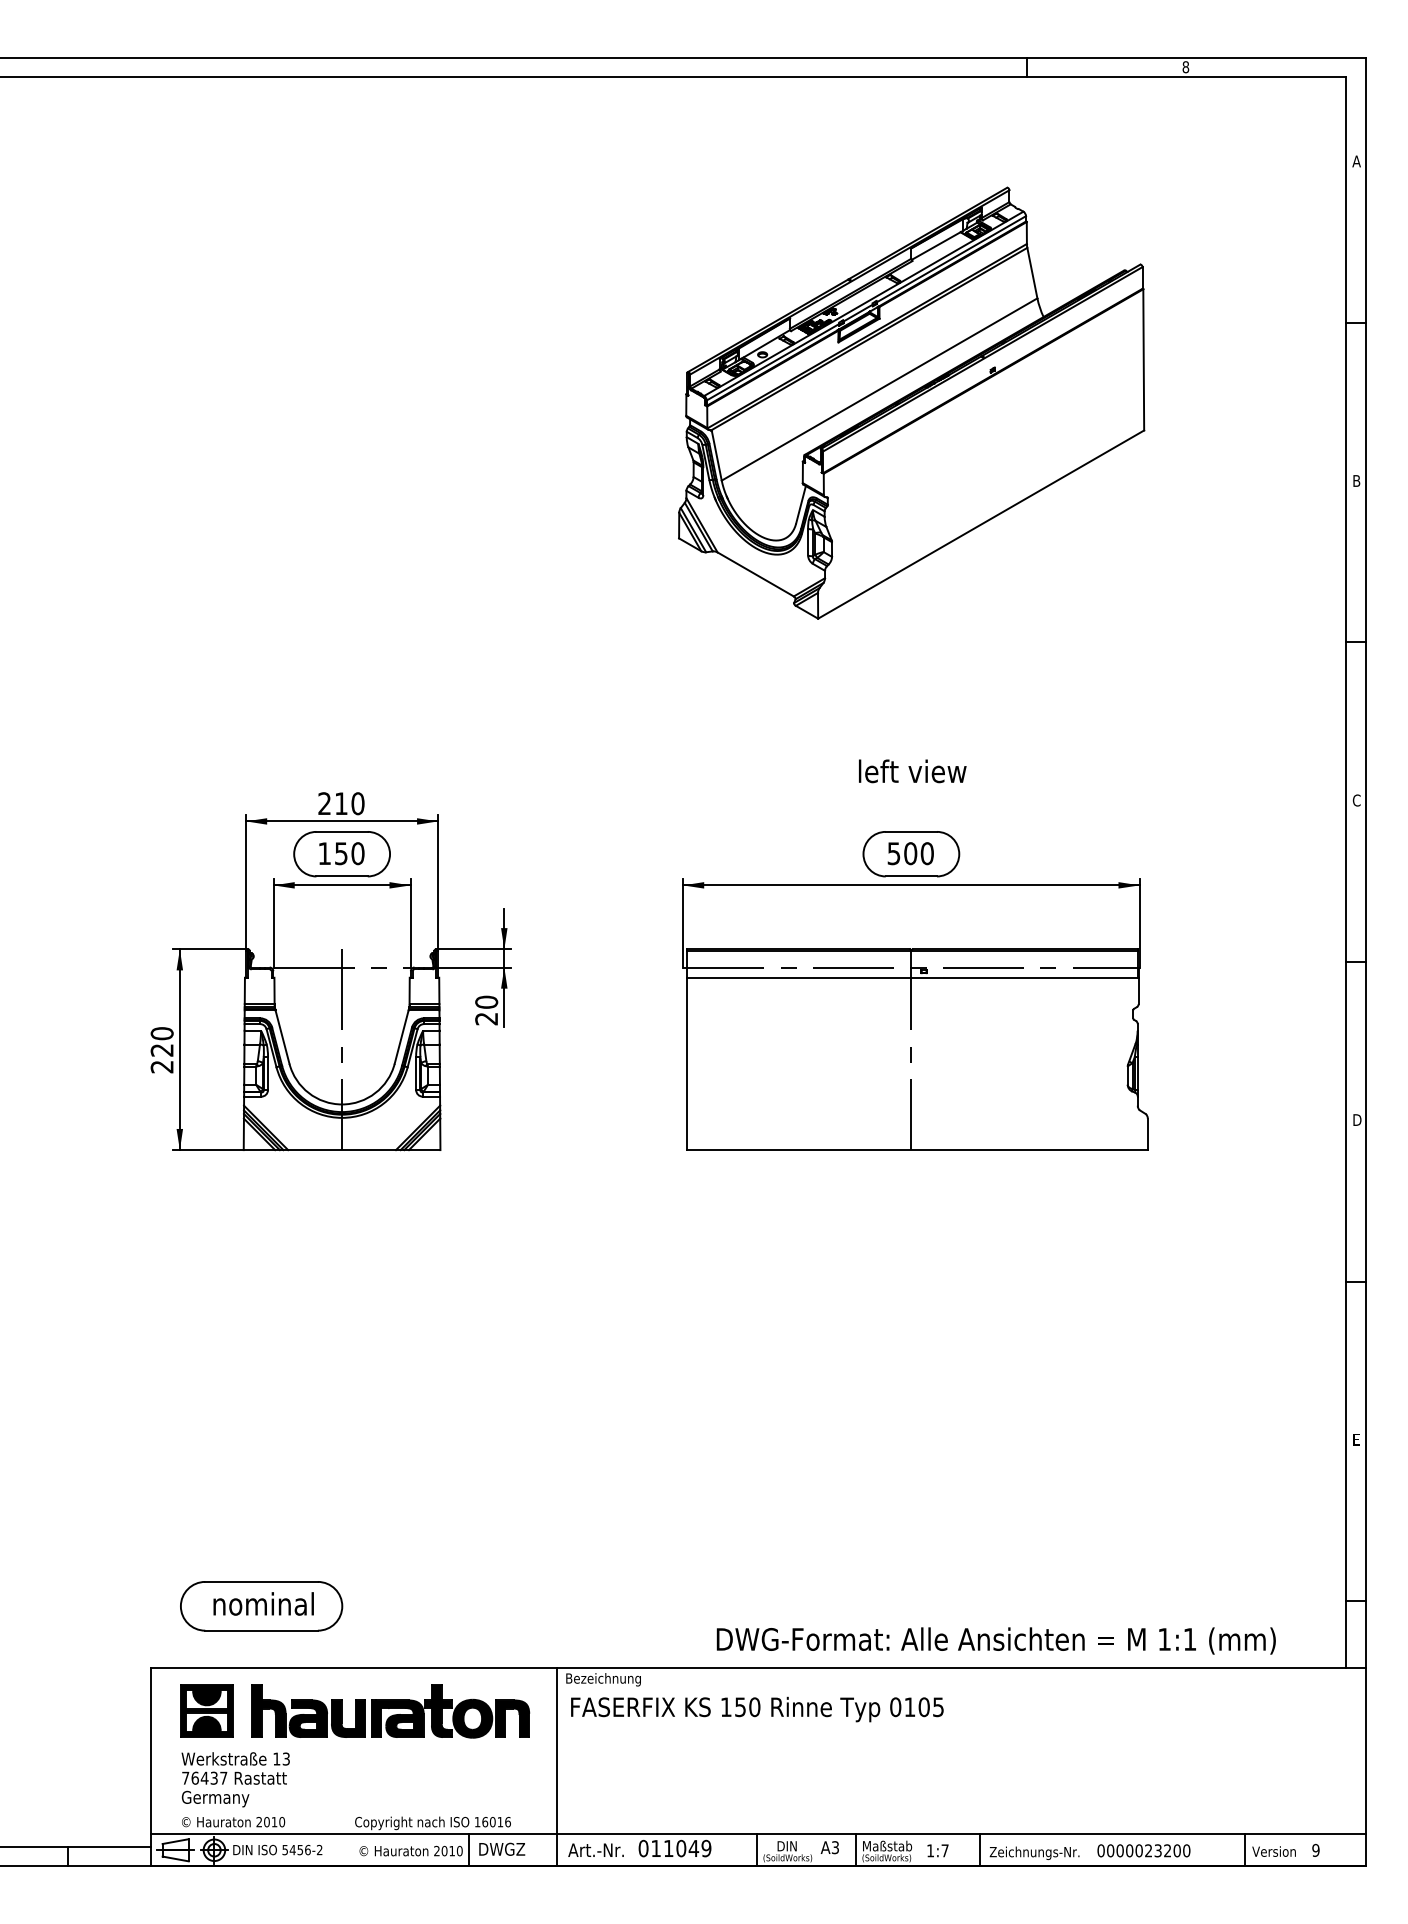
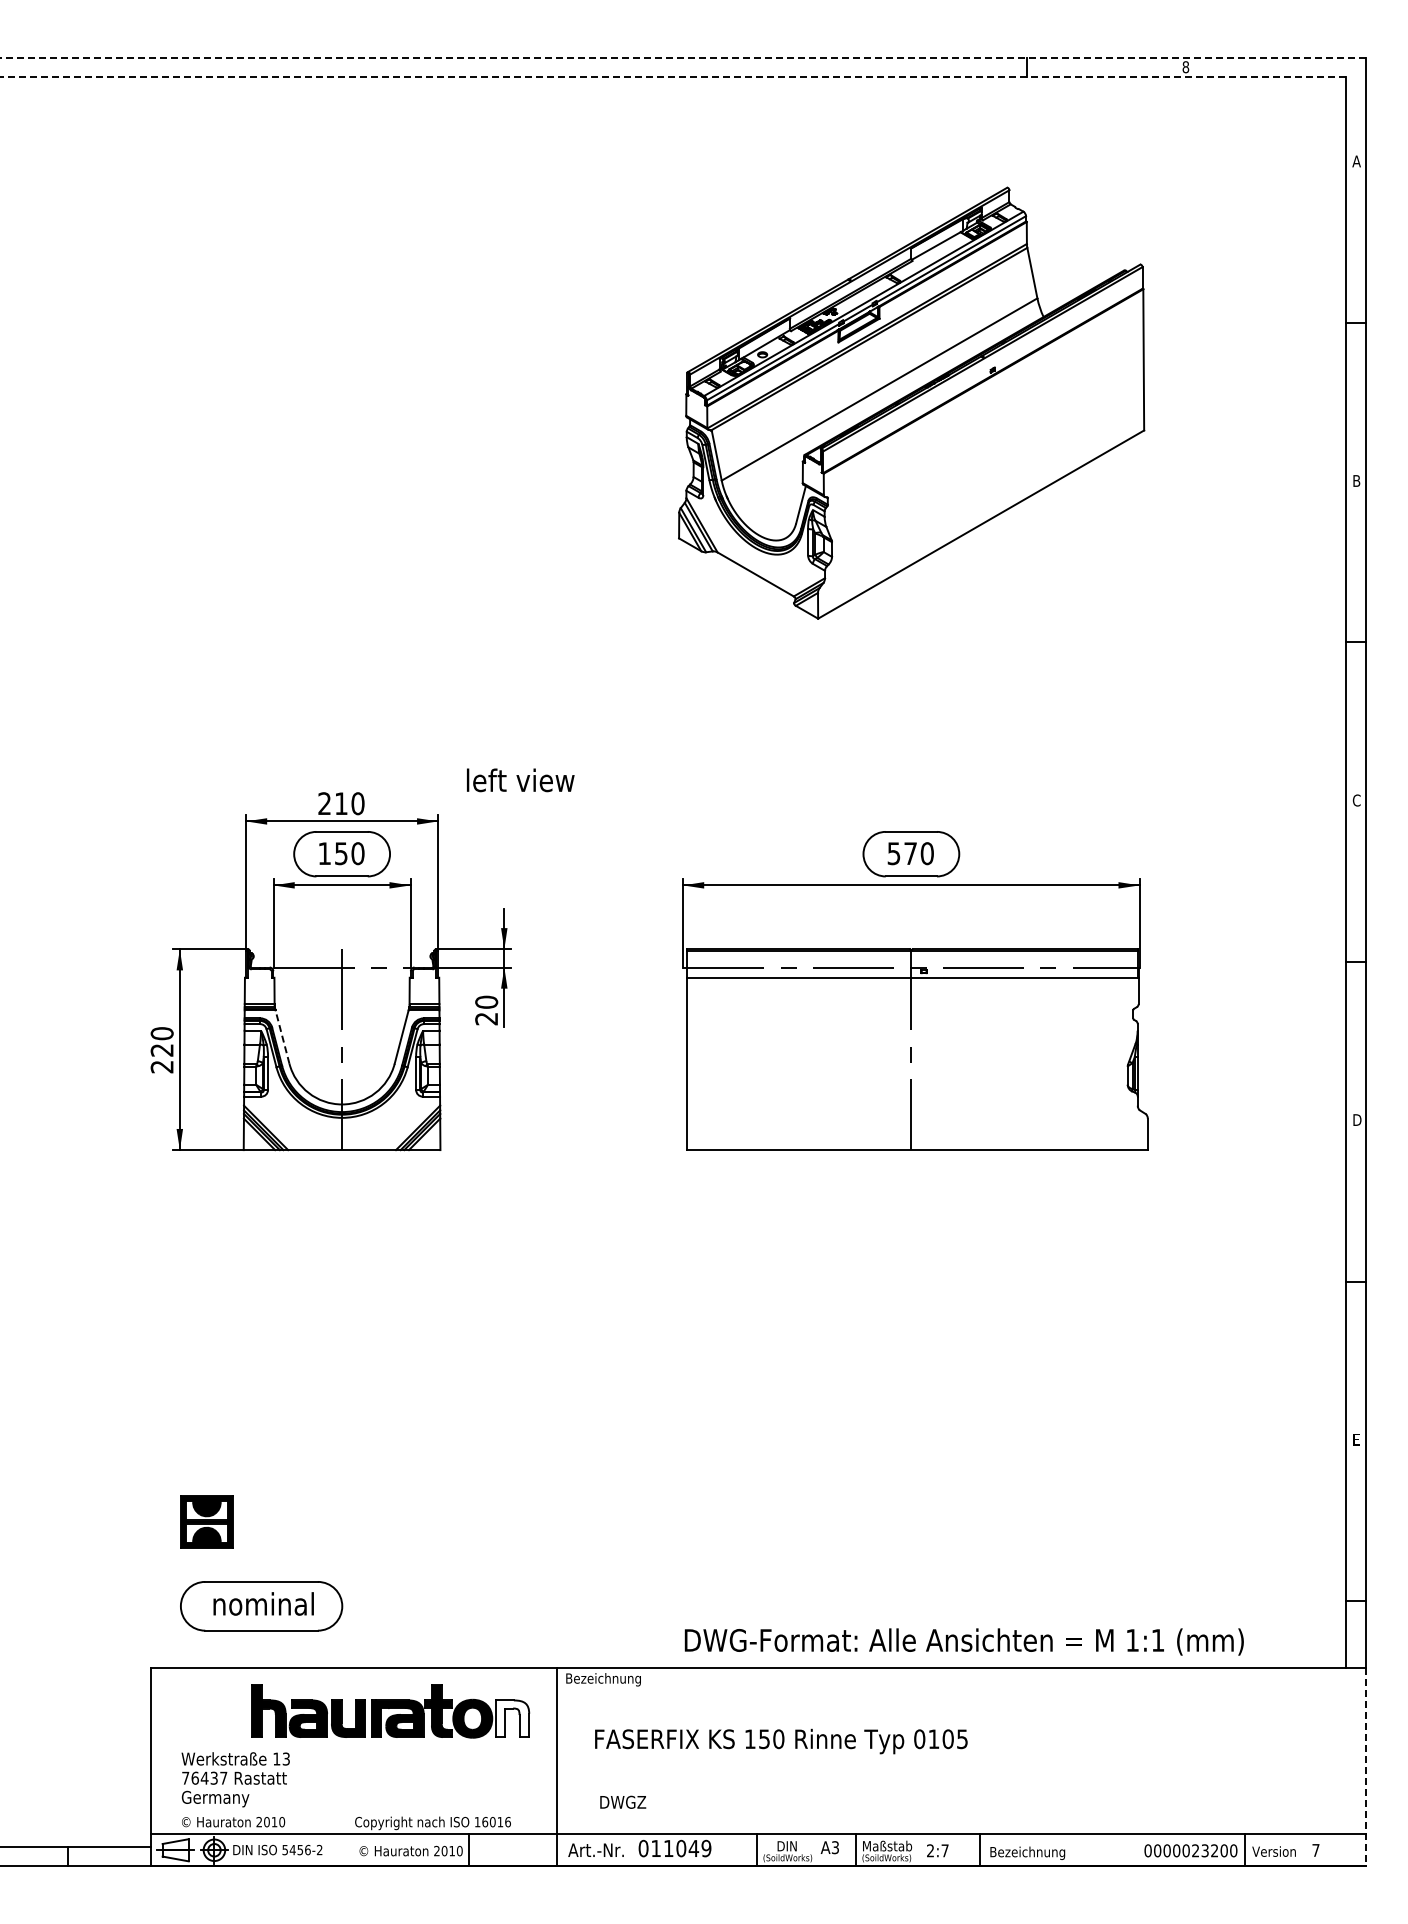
line at (682, 57): solid -> dashed
line at (673, 76): solid -> dashed
text at (912, 771) position: (912, 771) -> (520, 780)
text at (910, 853): 500 -> 570
line at (282, 1037): solid -> dashed
text at (995, 1640) position: (995, 1640) -> (963, 1641)
text at (757, 1709) position: (757, 1709) -> (781, 1741)
part at (206, 1710) position: (206, 1710) -> (206, 1521)
fill at (512, 1718): present -> none
line at (1365, 1767): solid -> dashed
text at (502, 1848) position: (502, 1848) -> (623, 1801)
text at (1315, 1849): 9 -> 7
text at (930, 1850): 1:7 -> 2:7
text at (1143, 1850) position: (1143, 1850) -> (1190, 1850)
text at (1034, 1853): Zeichnungs-Nr. -> Bezeichnung
